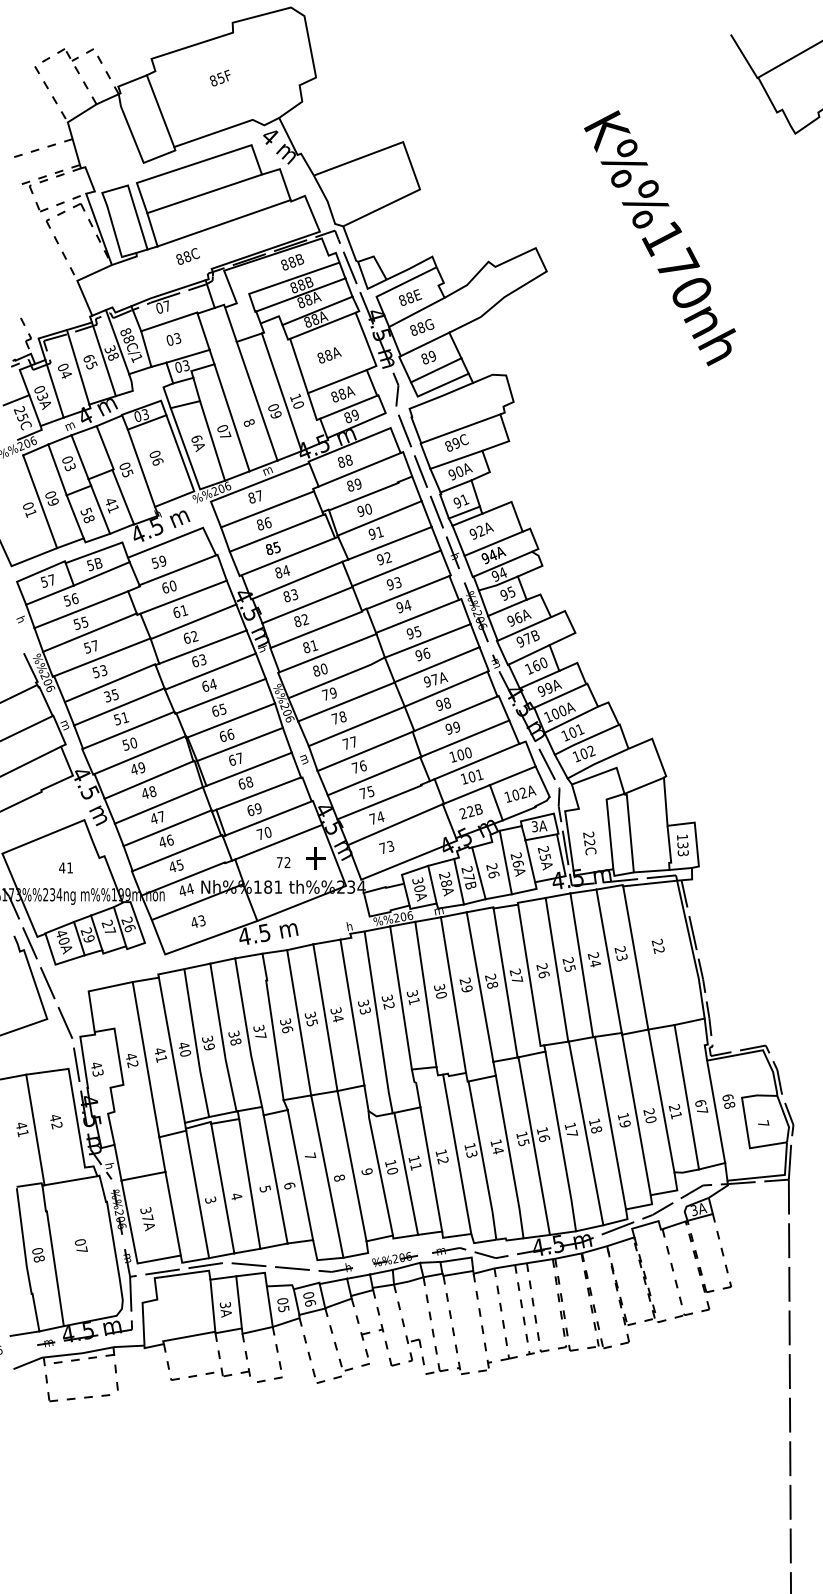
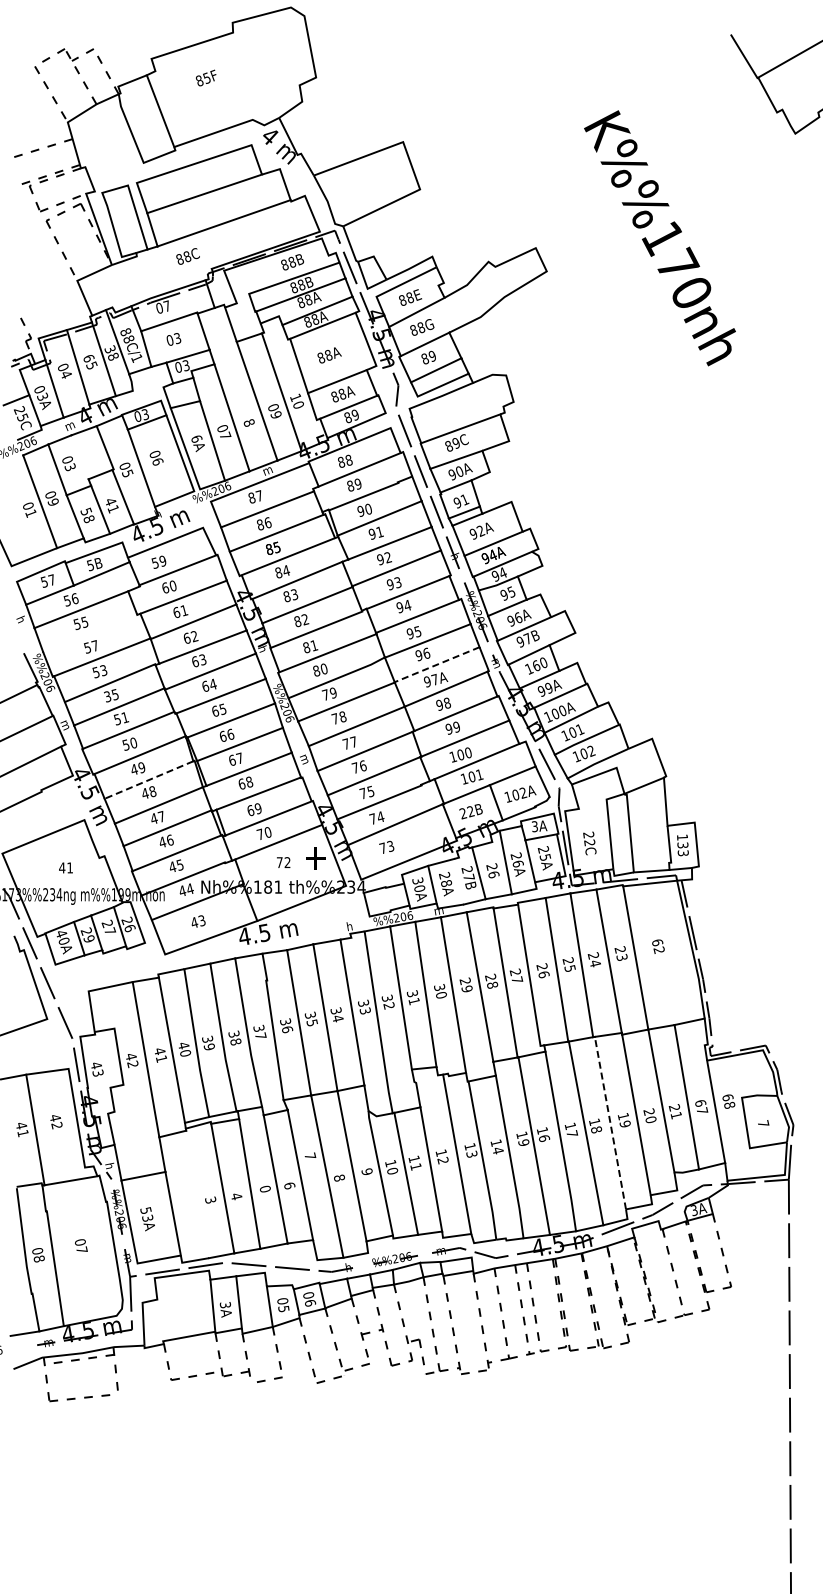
text at (220, 77) position: (220, 77) -> (206, 77)
line at (79, 457): present -> none
line at (89, 632): present -> none
line at (437, 664): solid -> dashed
line at (148, 780): solid -> dashed
line at (458, 881): present -> none
text at (657, 942): 22 -> 62
line at (610, 1123): solid -> dashed
text at (523, 1142): 15 -> 19
text at (264, 1188): 5 -> 0
line at (197, 1194): present -> none
text at (147, 1214): 37A -> 53A
